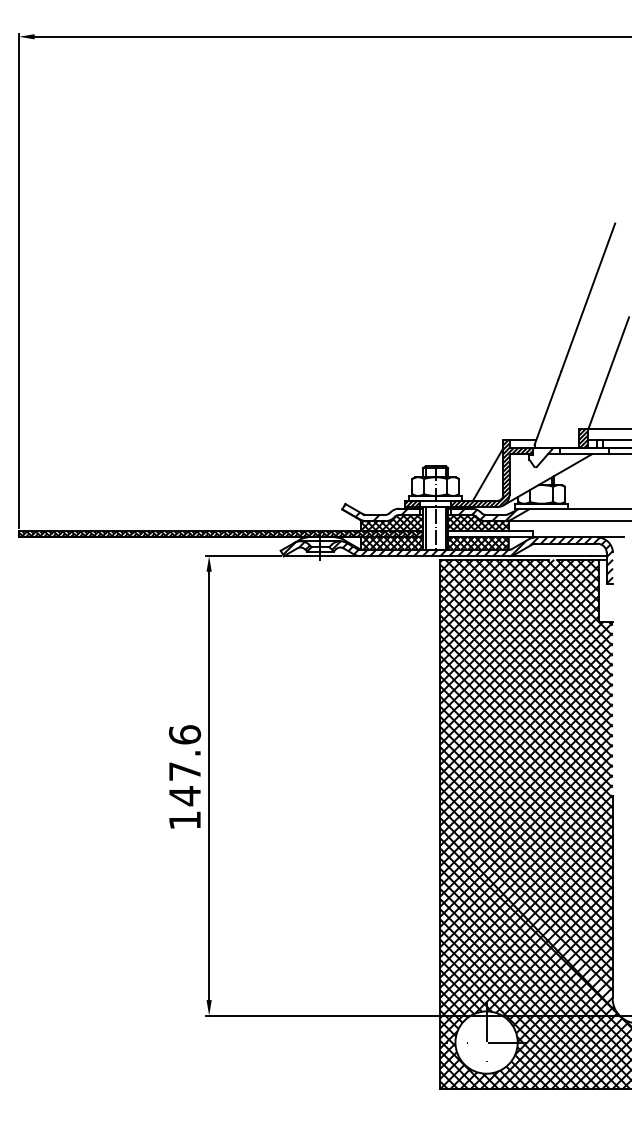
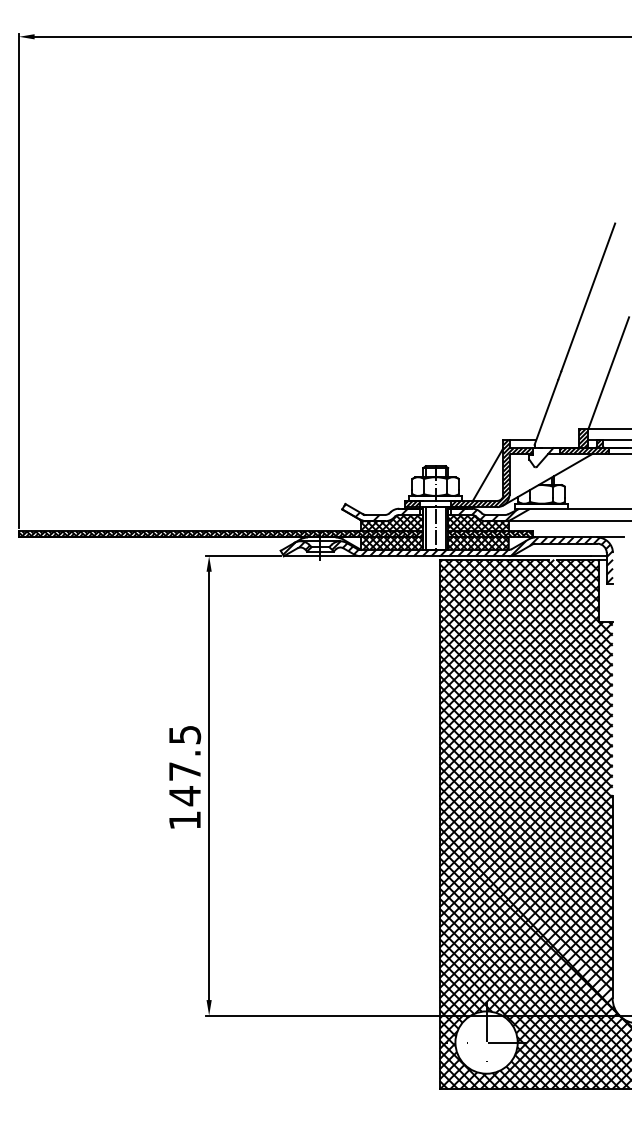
hatch at (584, 447): none -> present
hatch at (489, 534): none -> present
text at (184, 734): 147.6 -> 147.5
